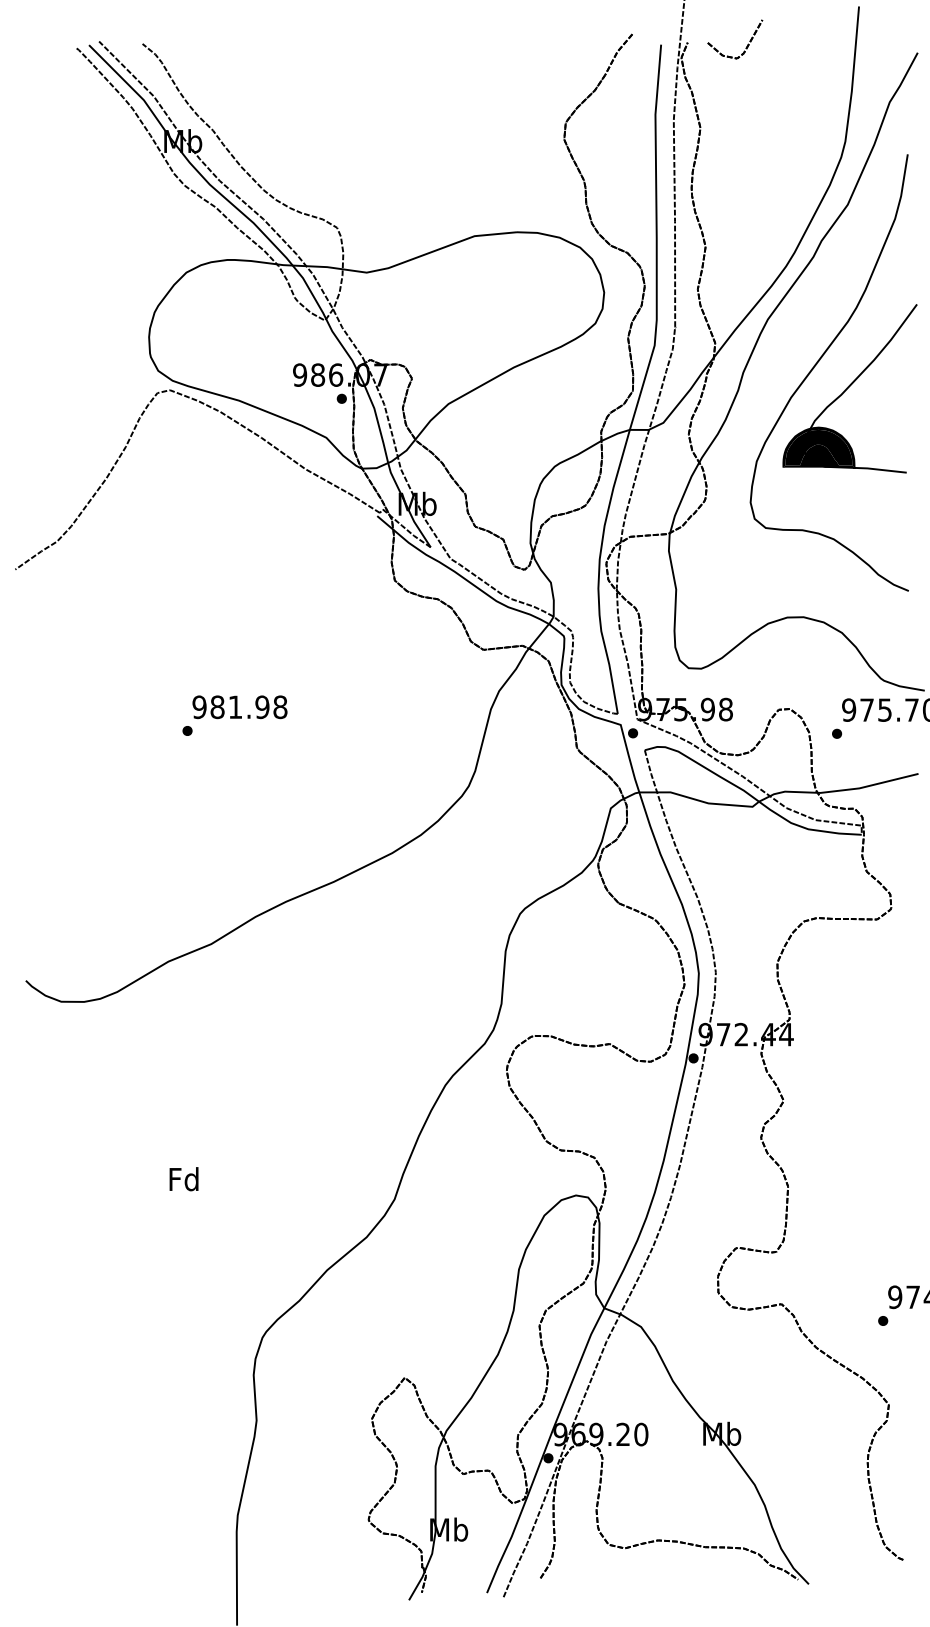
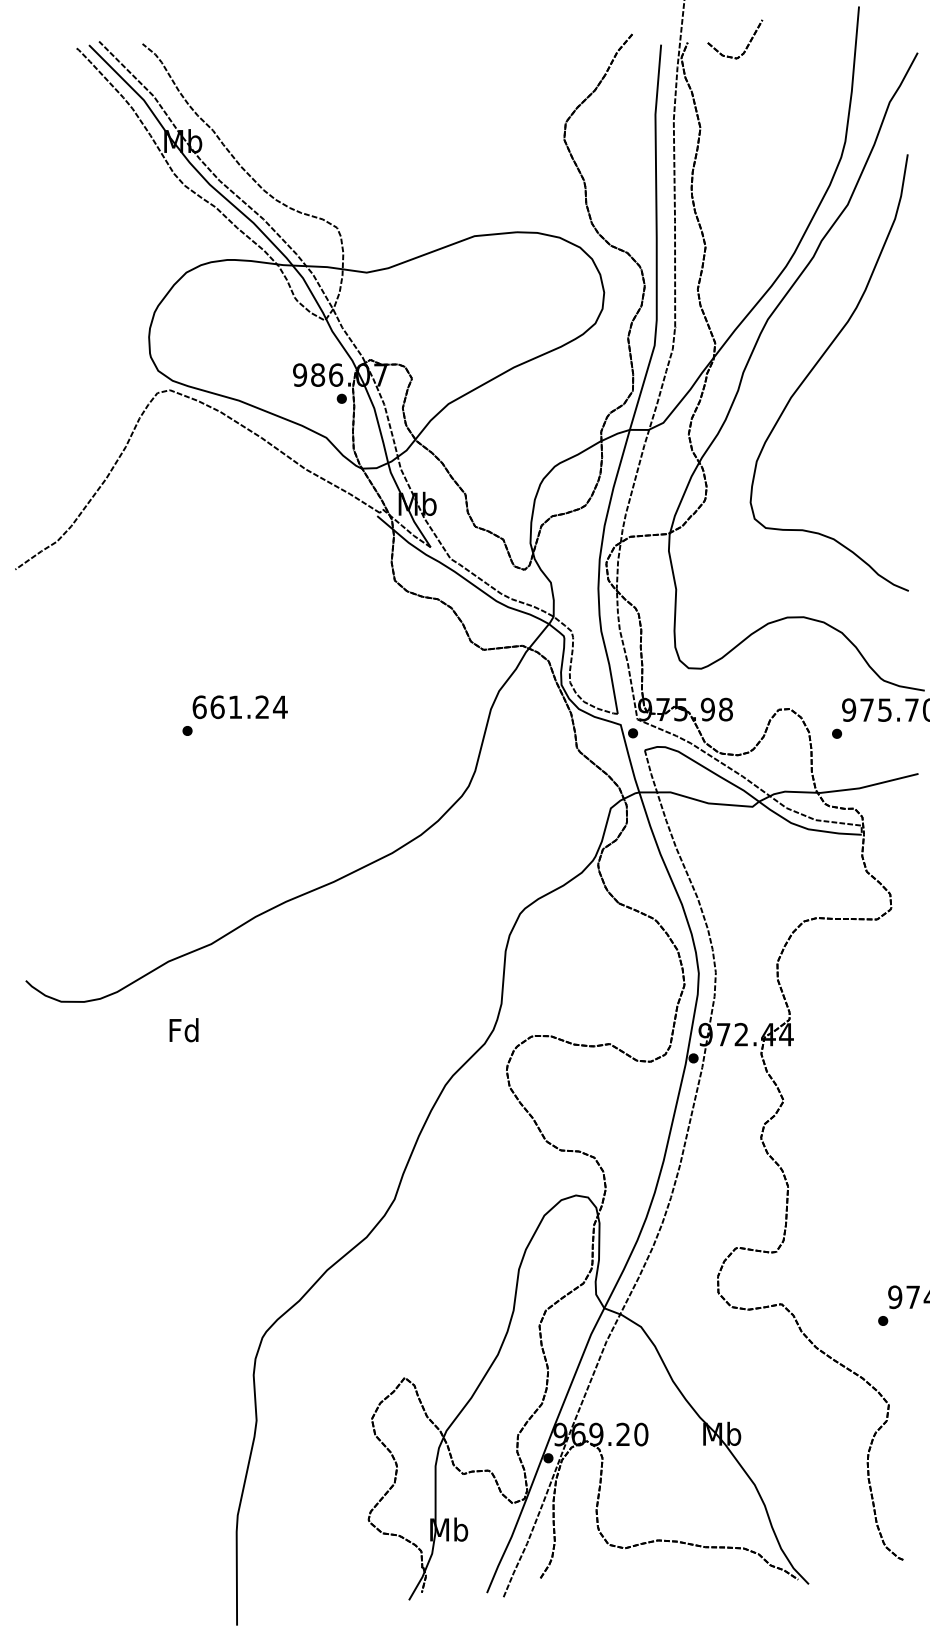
part at (849, 388): present -> none
text at (239, 707): 981.98 -> 661.24
text at (183, 1179) position: (183, 1179) -> (183, 1030)
